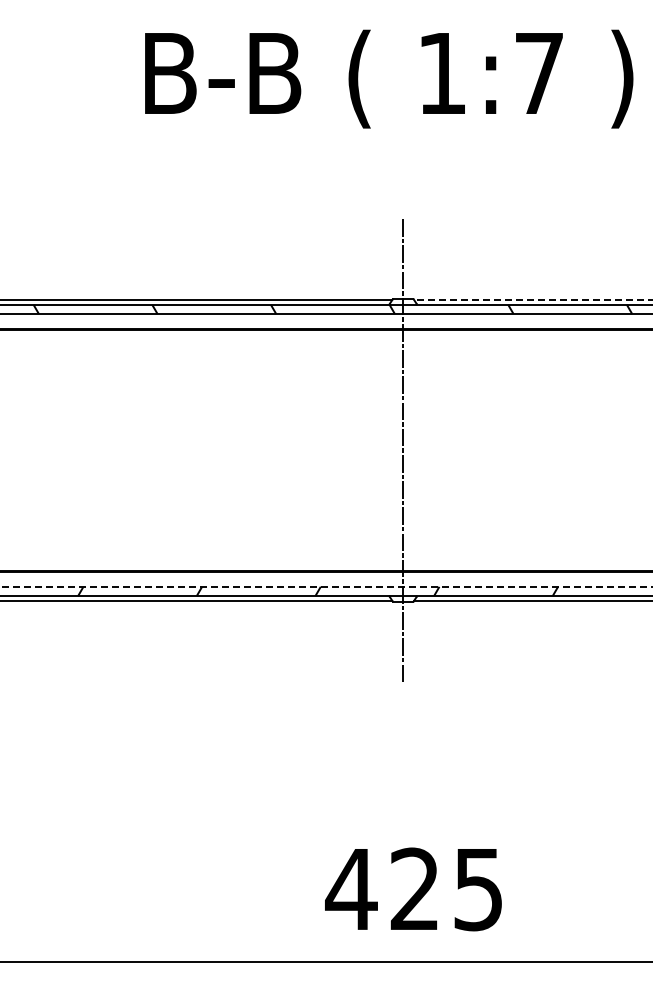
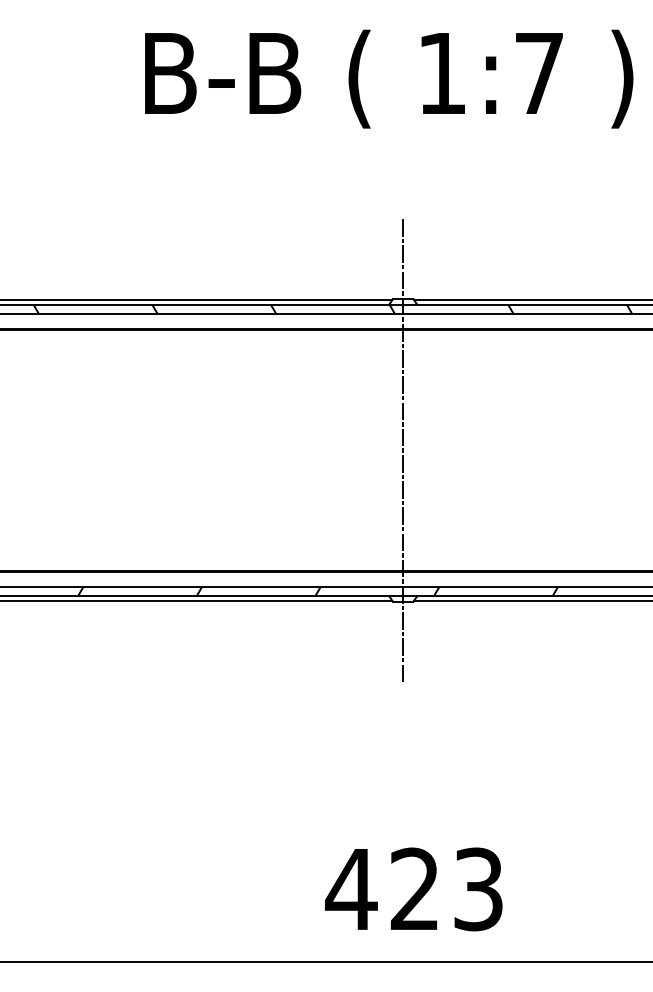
line at (533, 300): dashed -> solid
line at (326, 586): dashed -> solid
text at (478, 888): 425 -> 423
